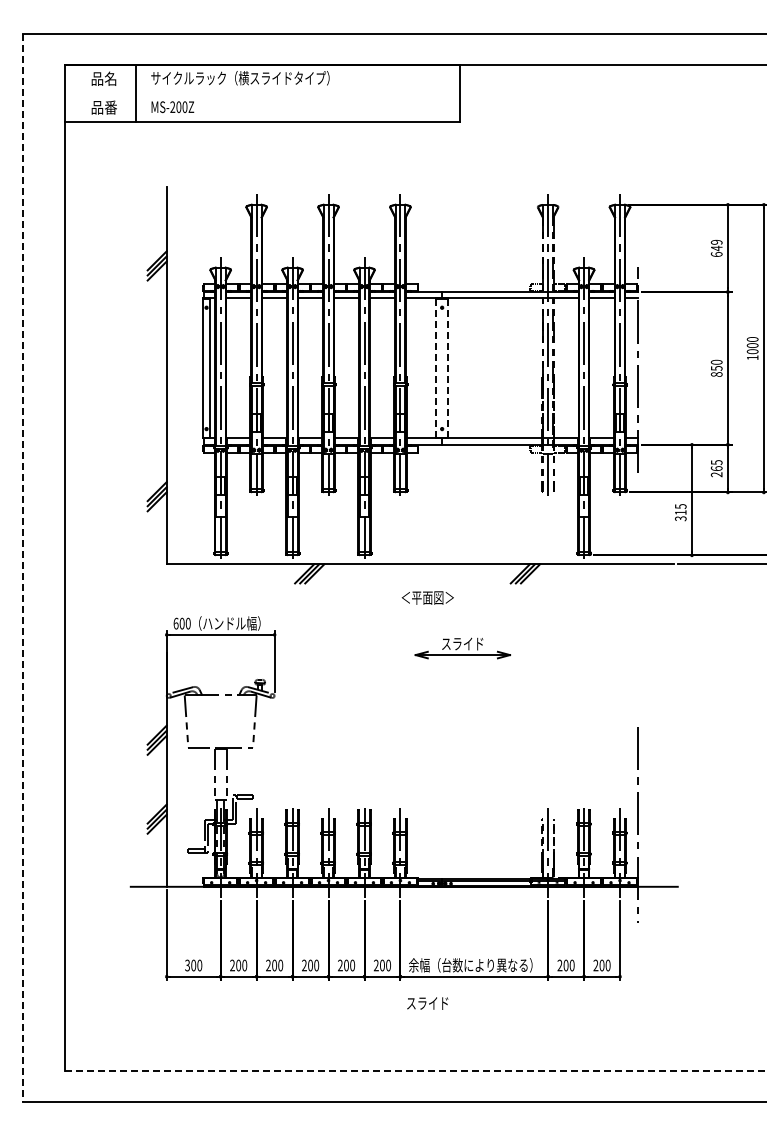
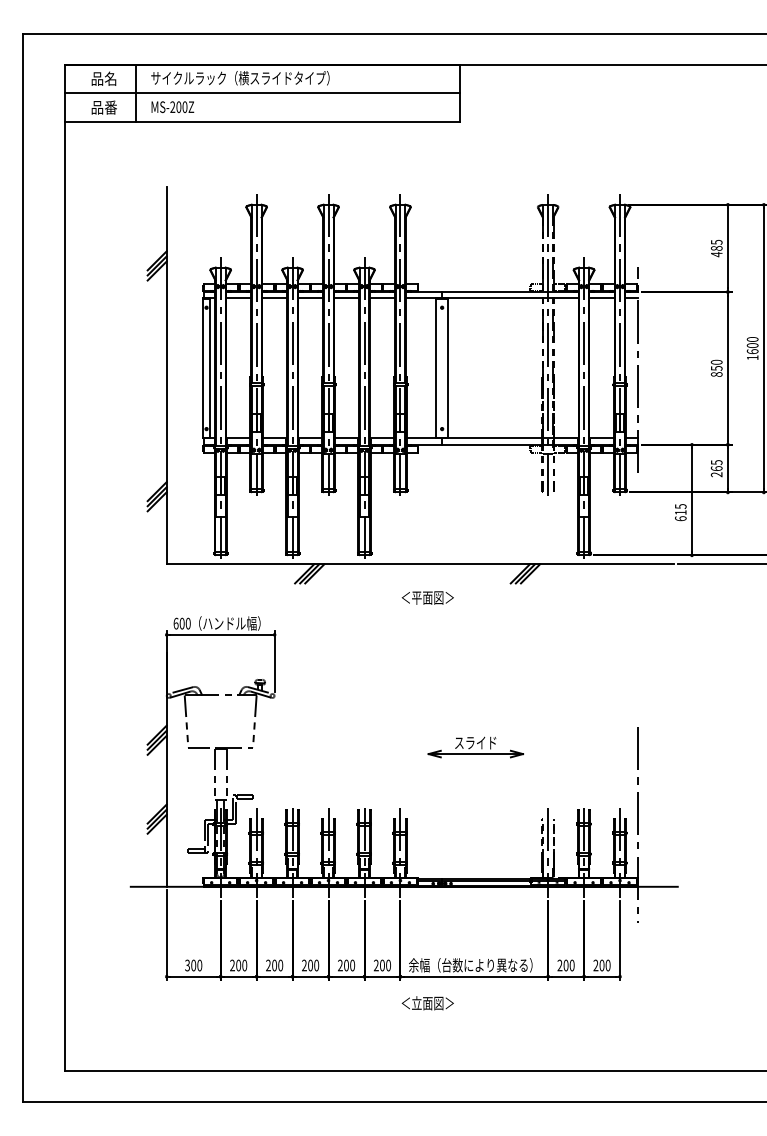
line at (262, 93): none -> present
text at (716, 248): 649 -> 485
text at (752, 351): 1000 -> 1600
line at (436, 367): dashed -> solid
line at (448, 367): dashed -> solid
text at (680, 518): 315 -> 615
line at (23, 567): dashed -> solid
part at (462, 648) position: (462, 648) -> (475, 747)
text at (427, 1003): スライド -> ＜立面図＞
line at (415, 1071): dashed -> solid
